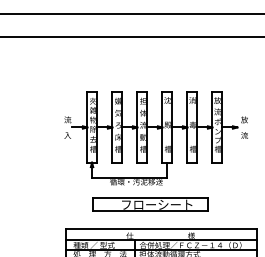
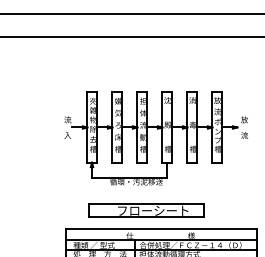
part at (150, 204) position: (150, 204) -> (146, 210)
